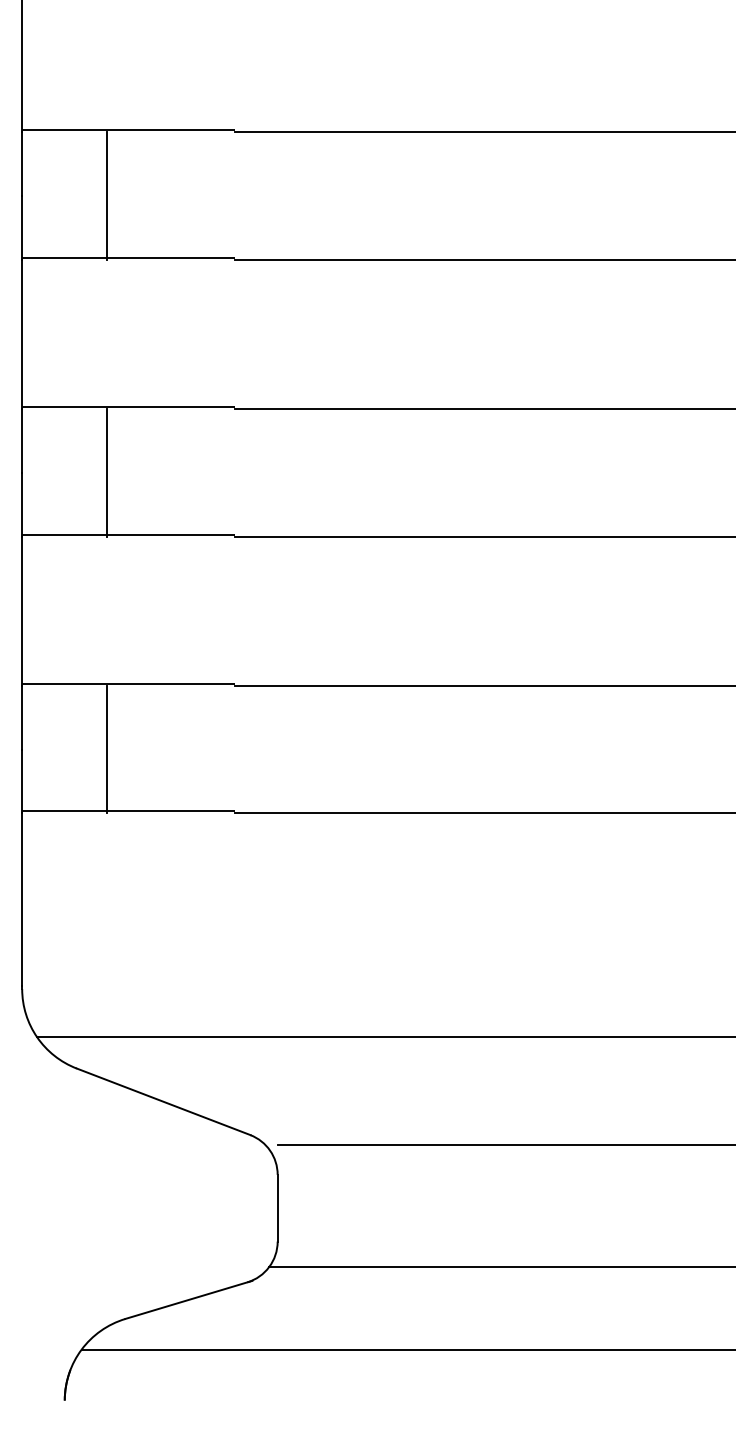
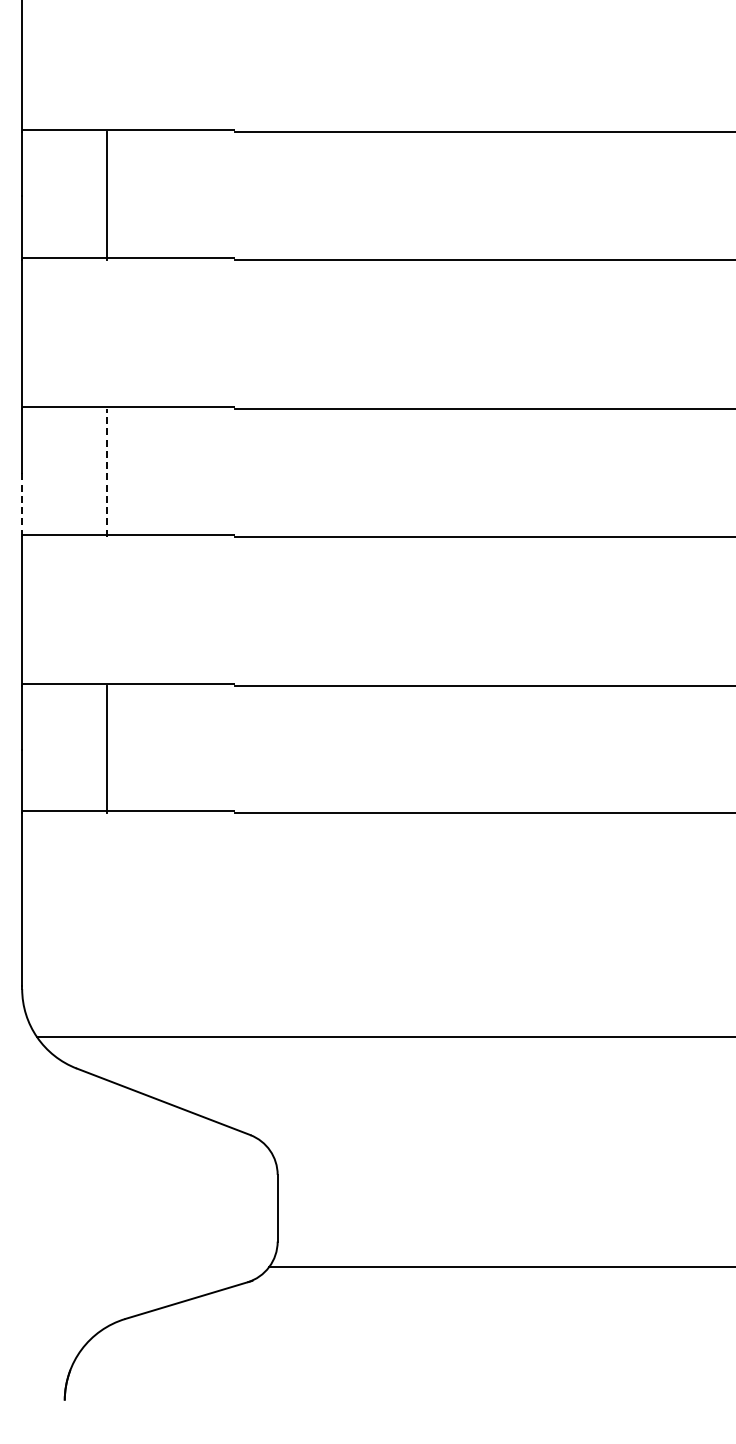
line at (107, 472): solid -> dashed
line at (22, 504): solid -> dashed
line at (504, 1144): present -> none
line at (406, 1349): present -> none
